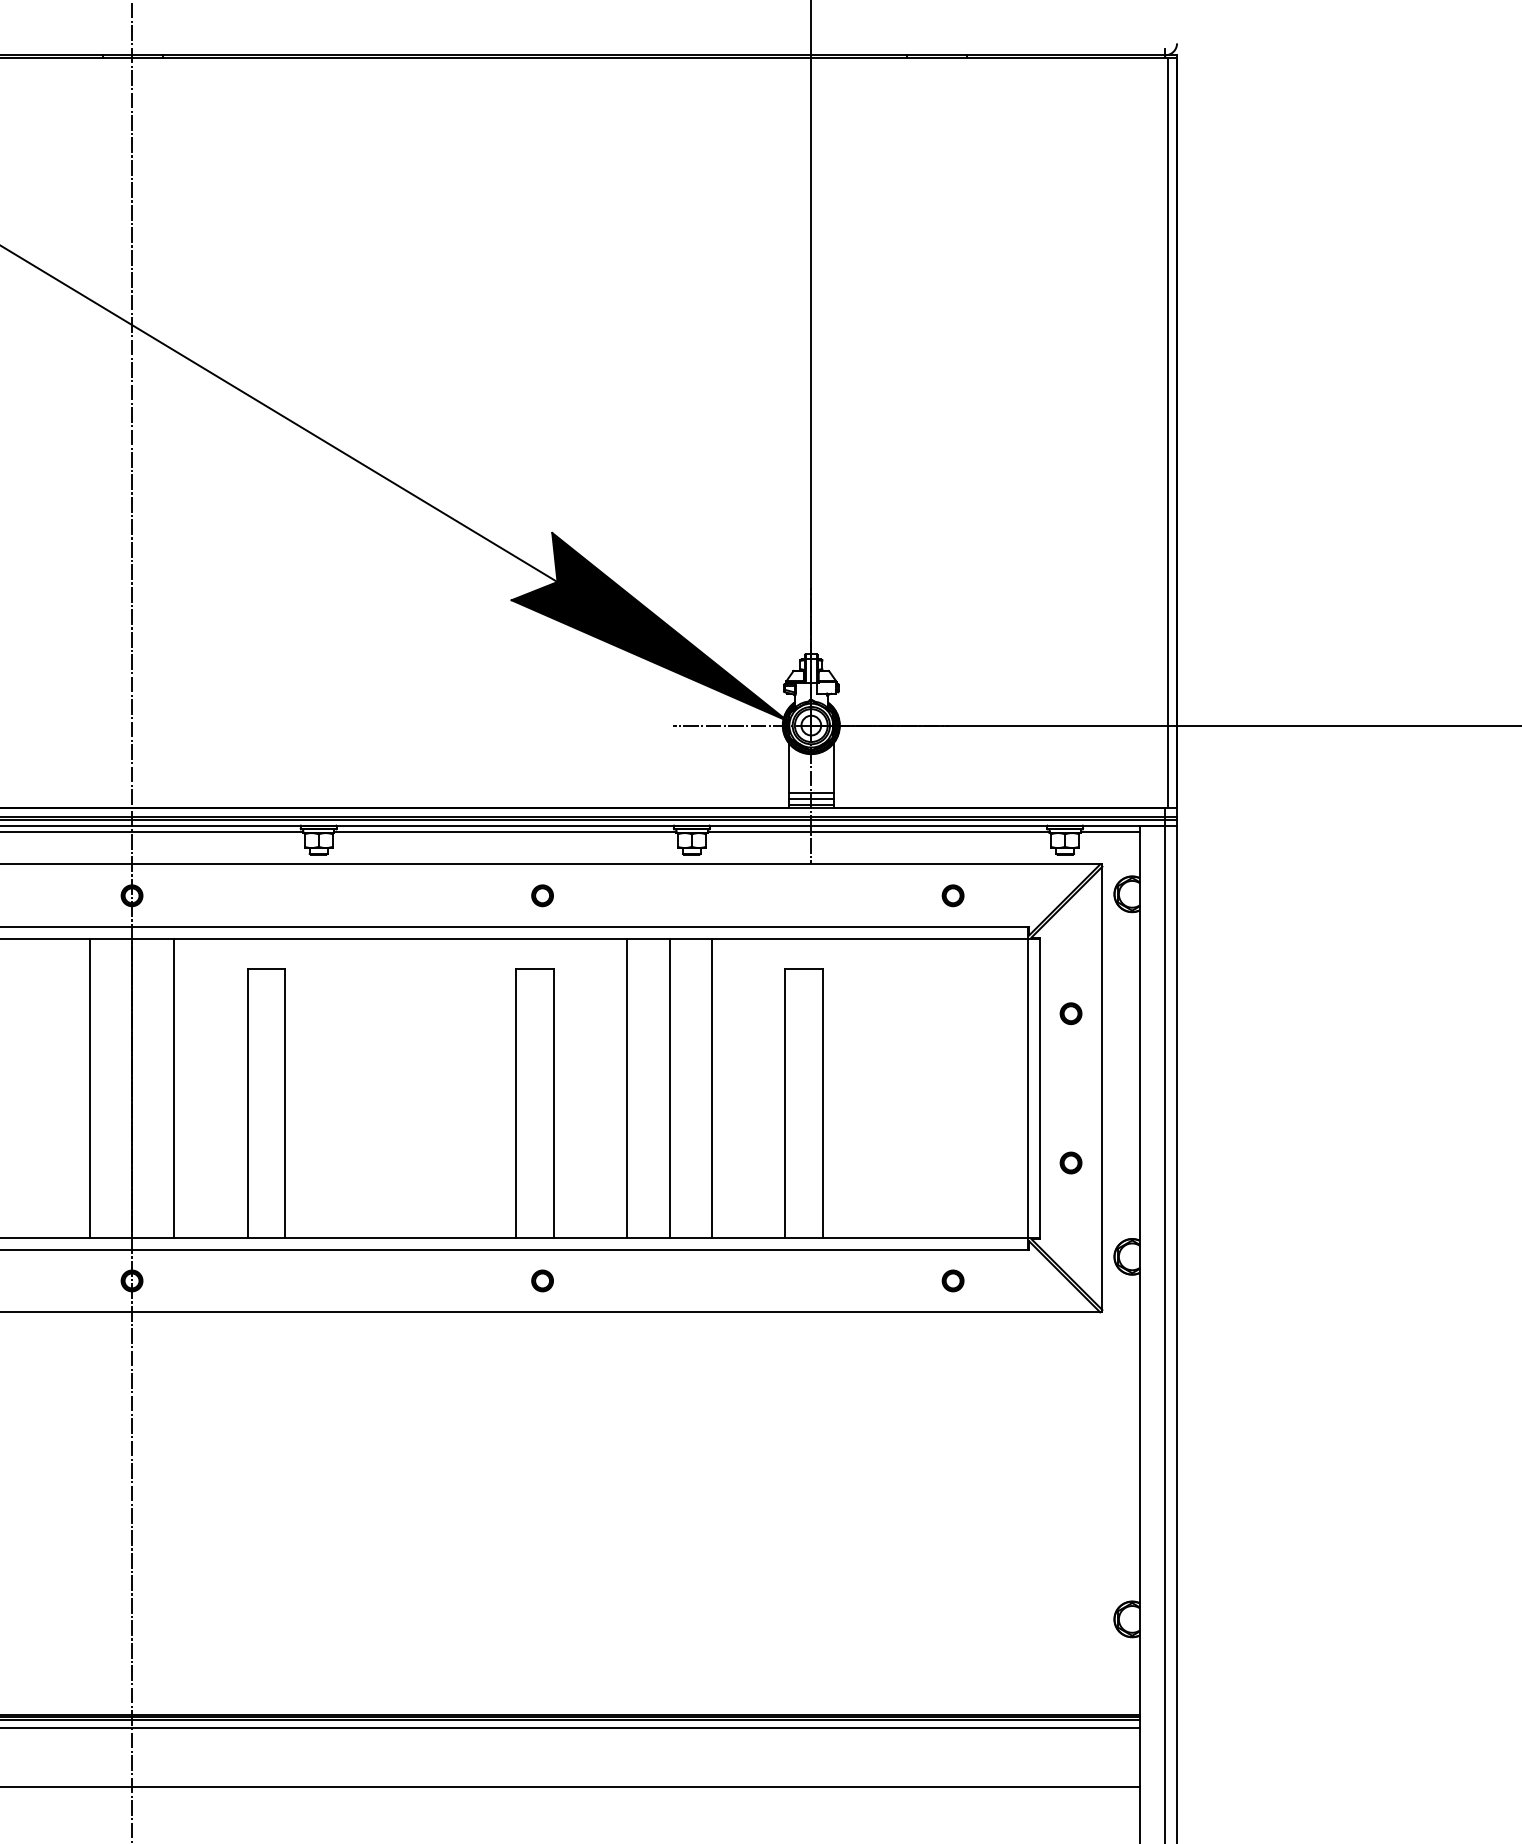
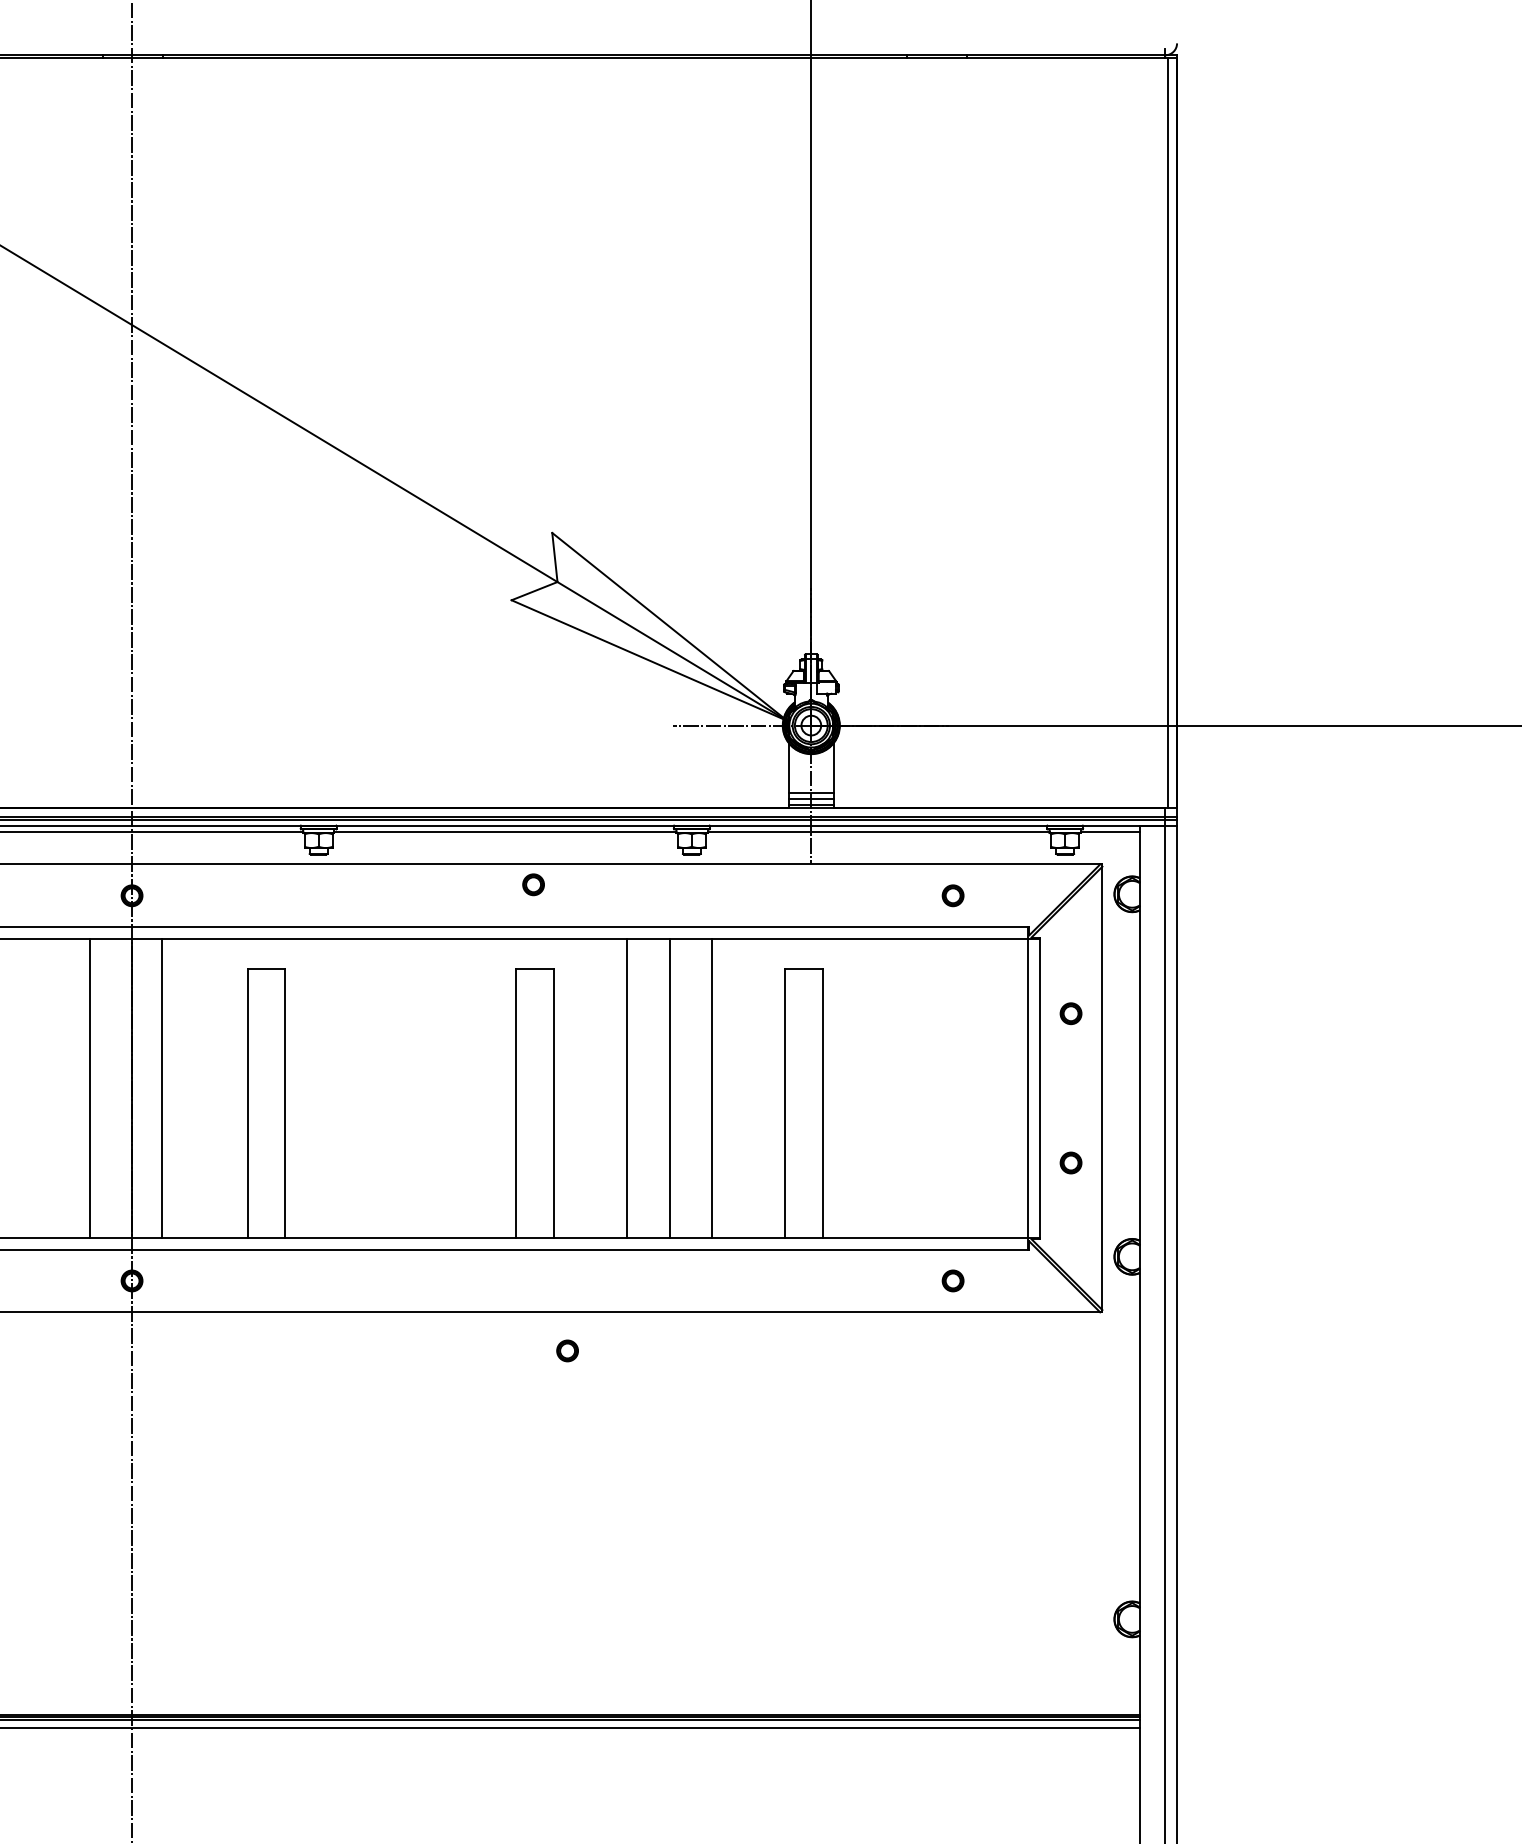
fill at (649, 626): present -> none
part at (542, 895) position: (542, 895) -> (533, 884)
line at (174, 1088) position: (174, 1088) -> (162, 1088)
part at (542, 1280) position: (542, 1280) -> (567, 1350)
line at (570, 1787): present -> none
